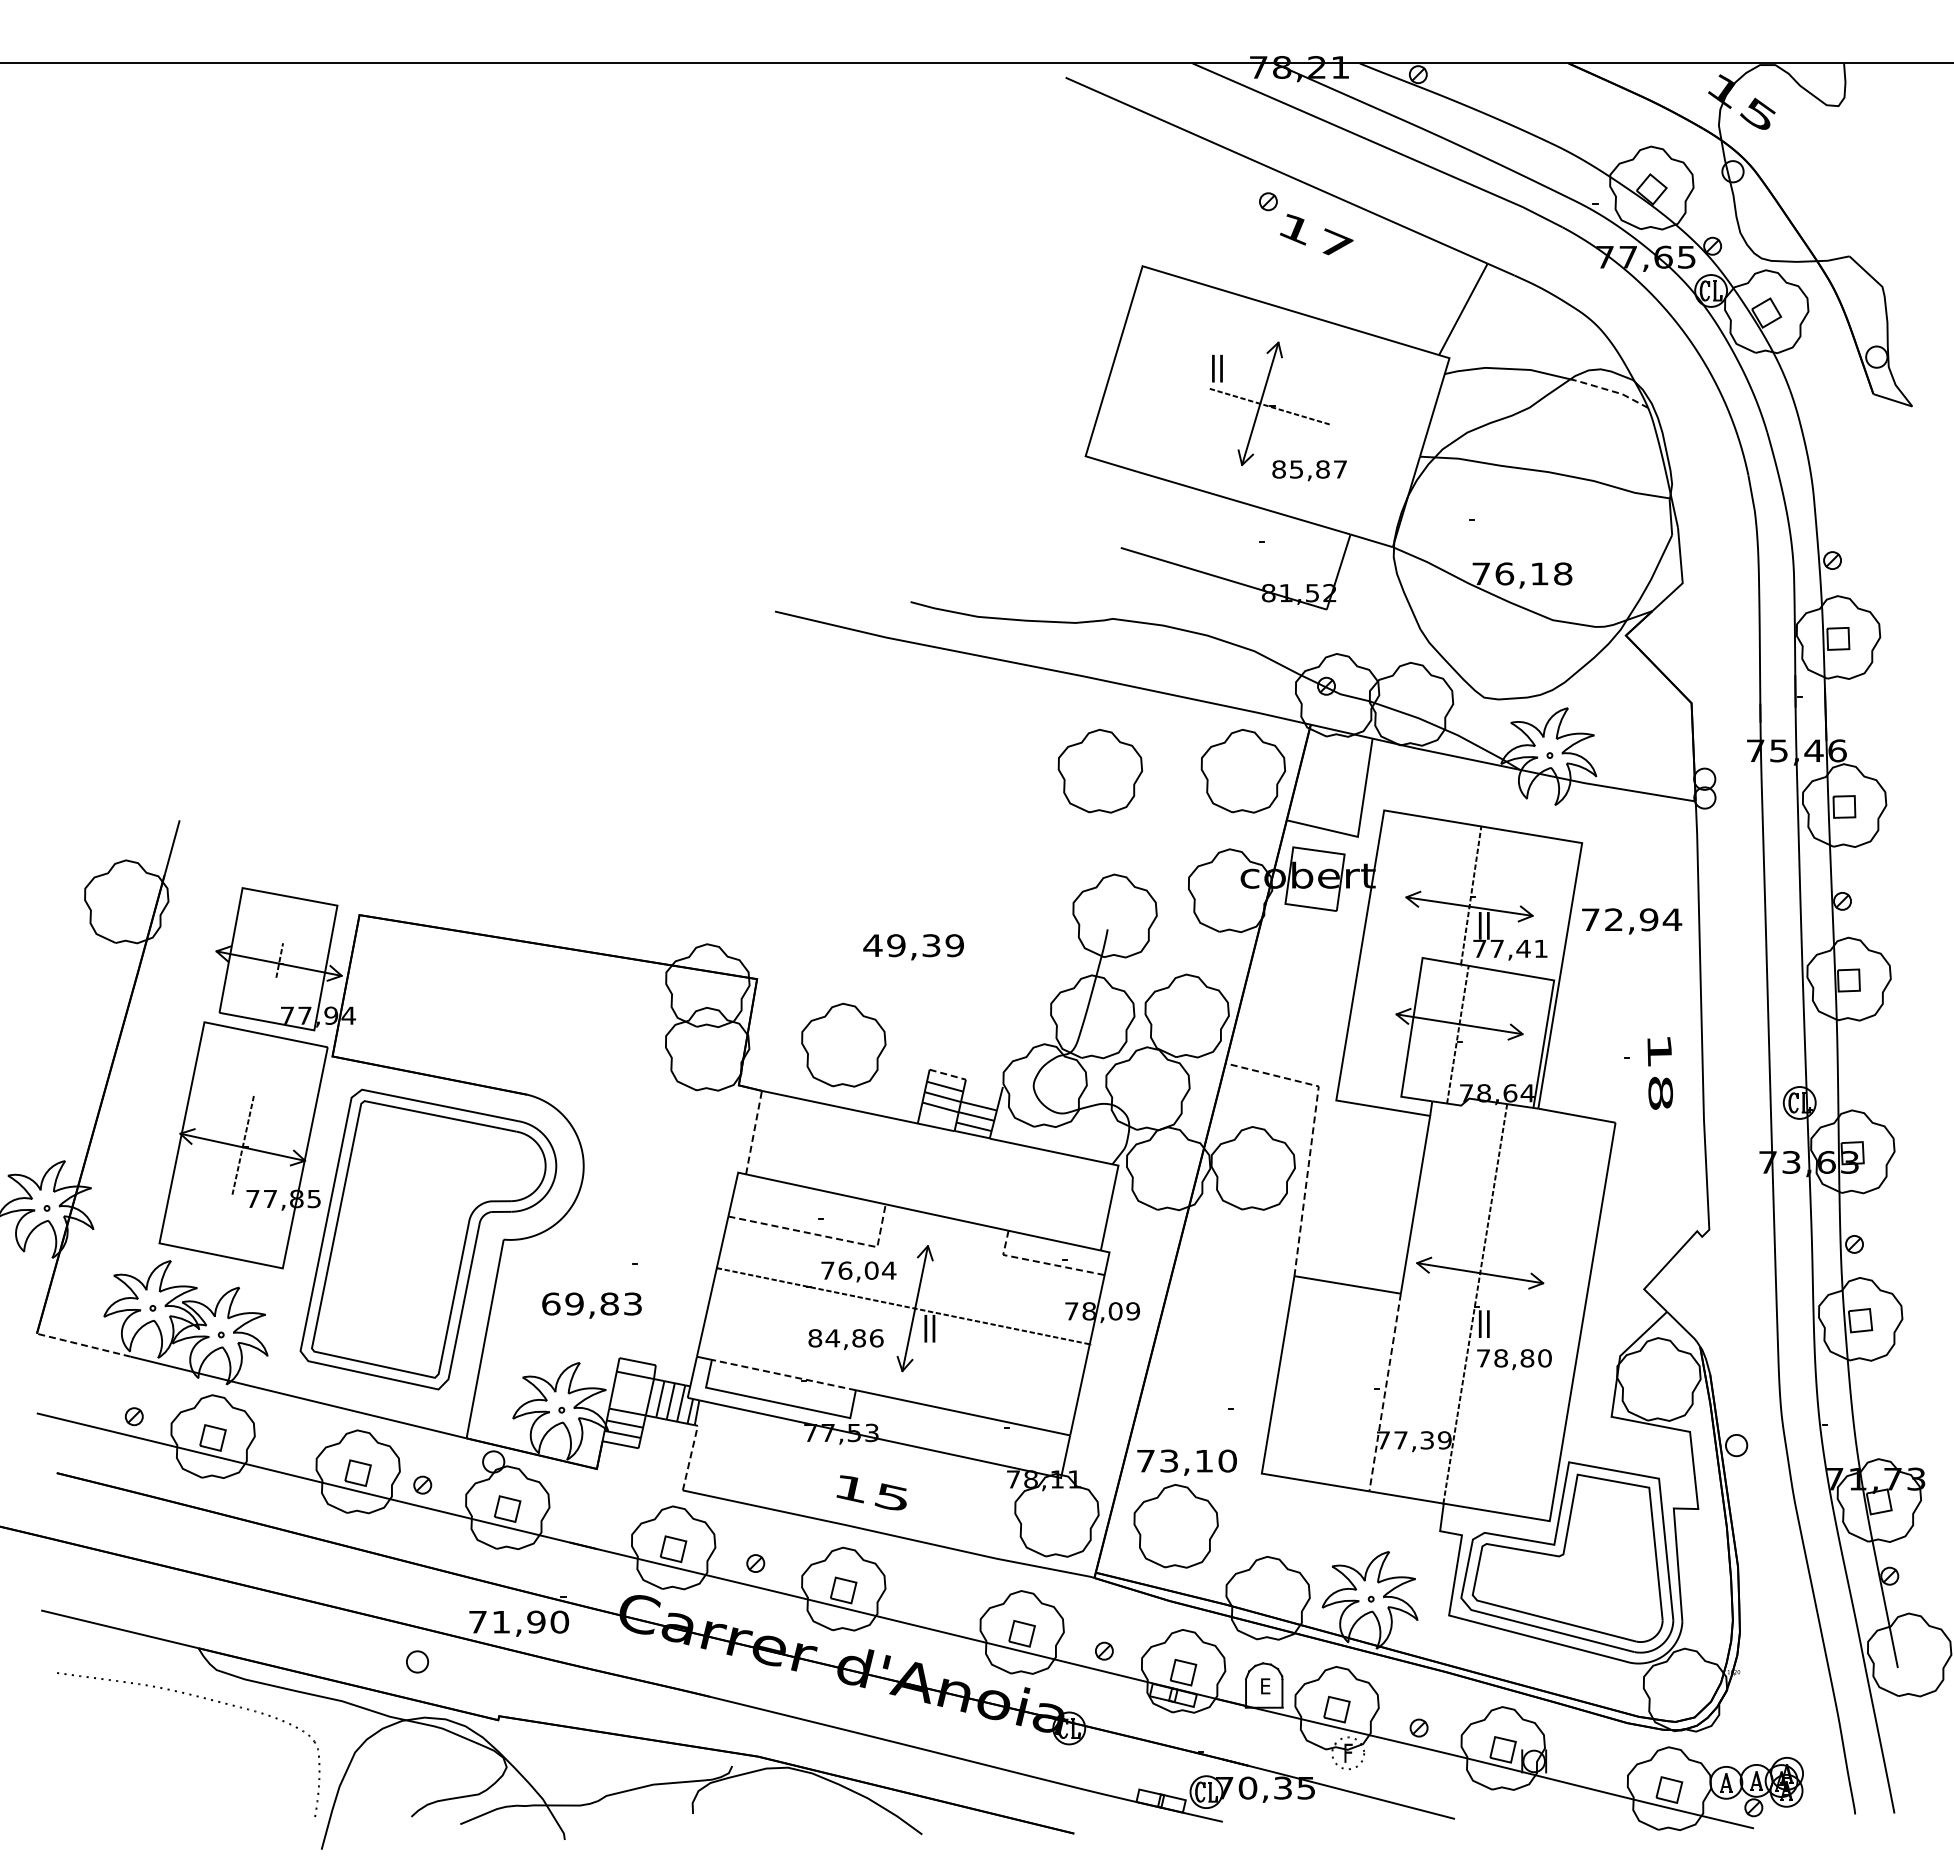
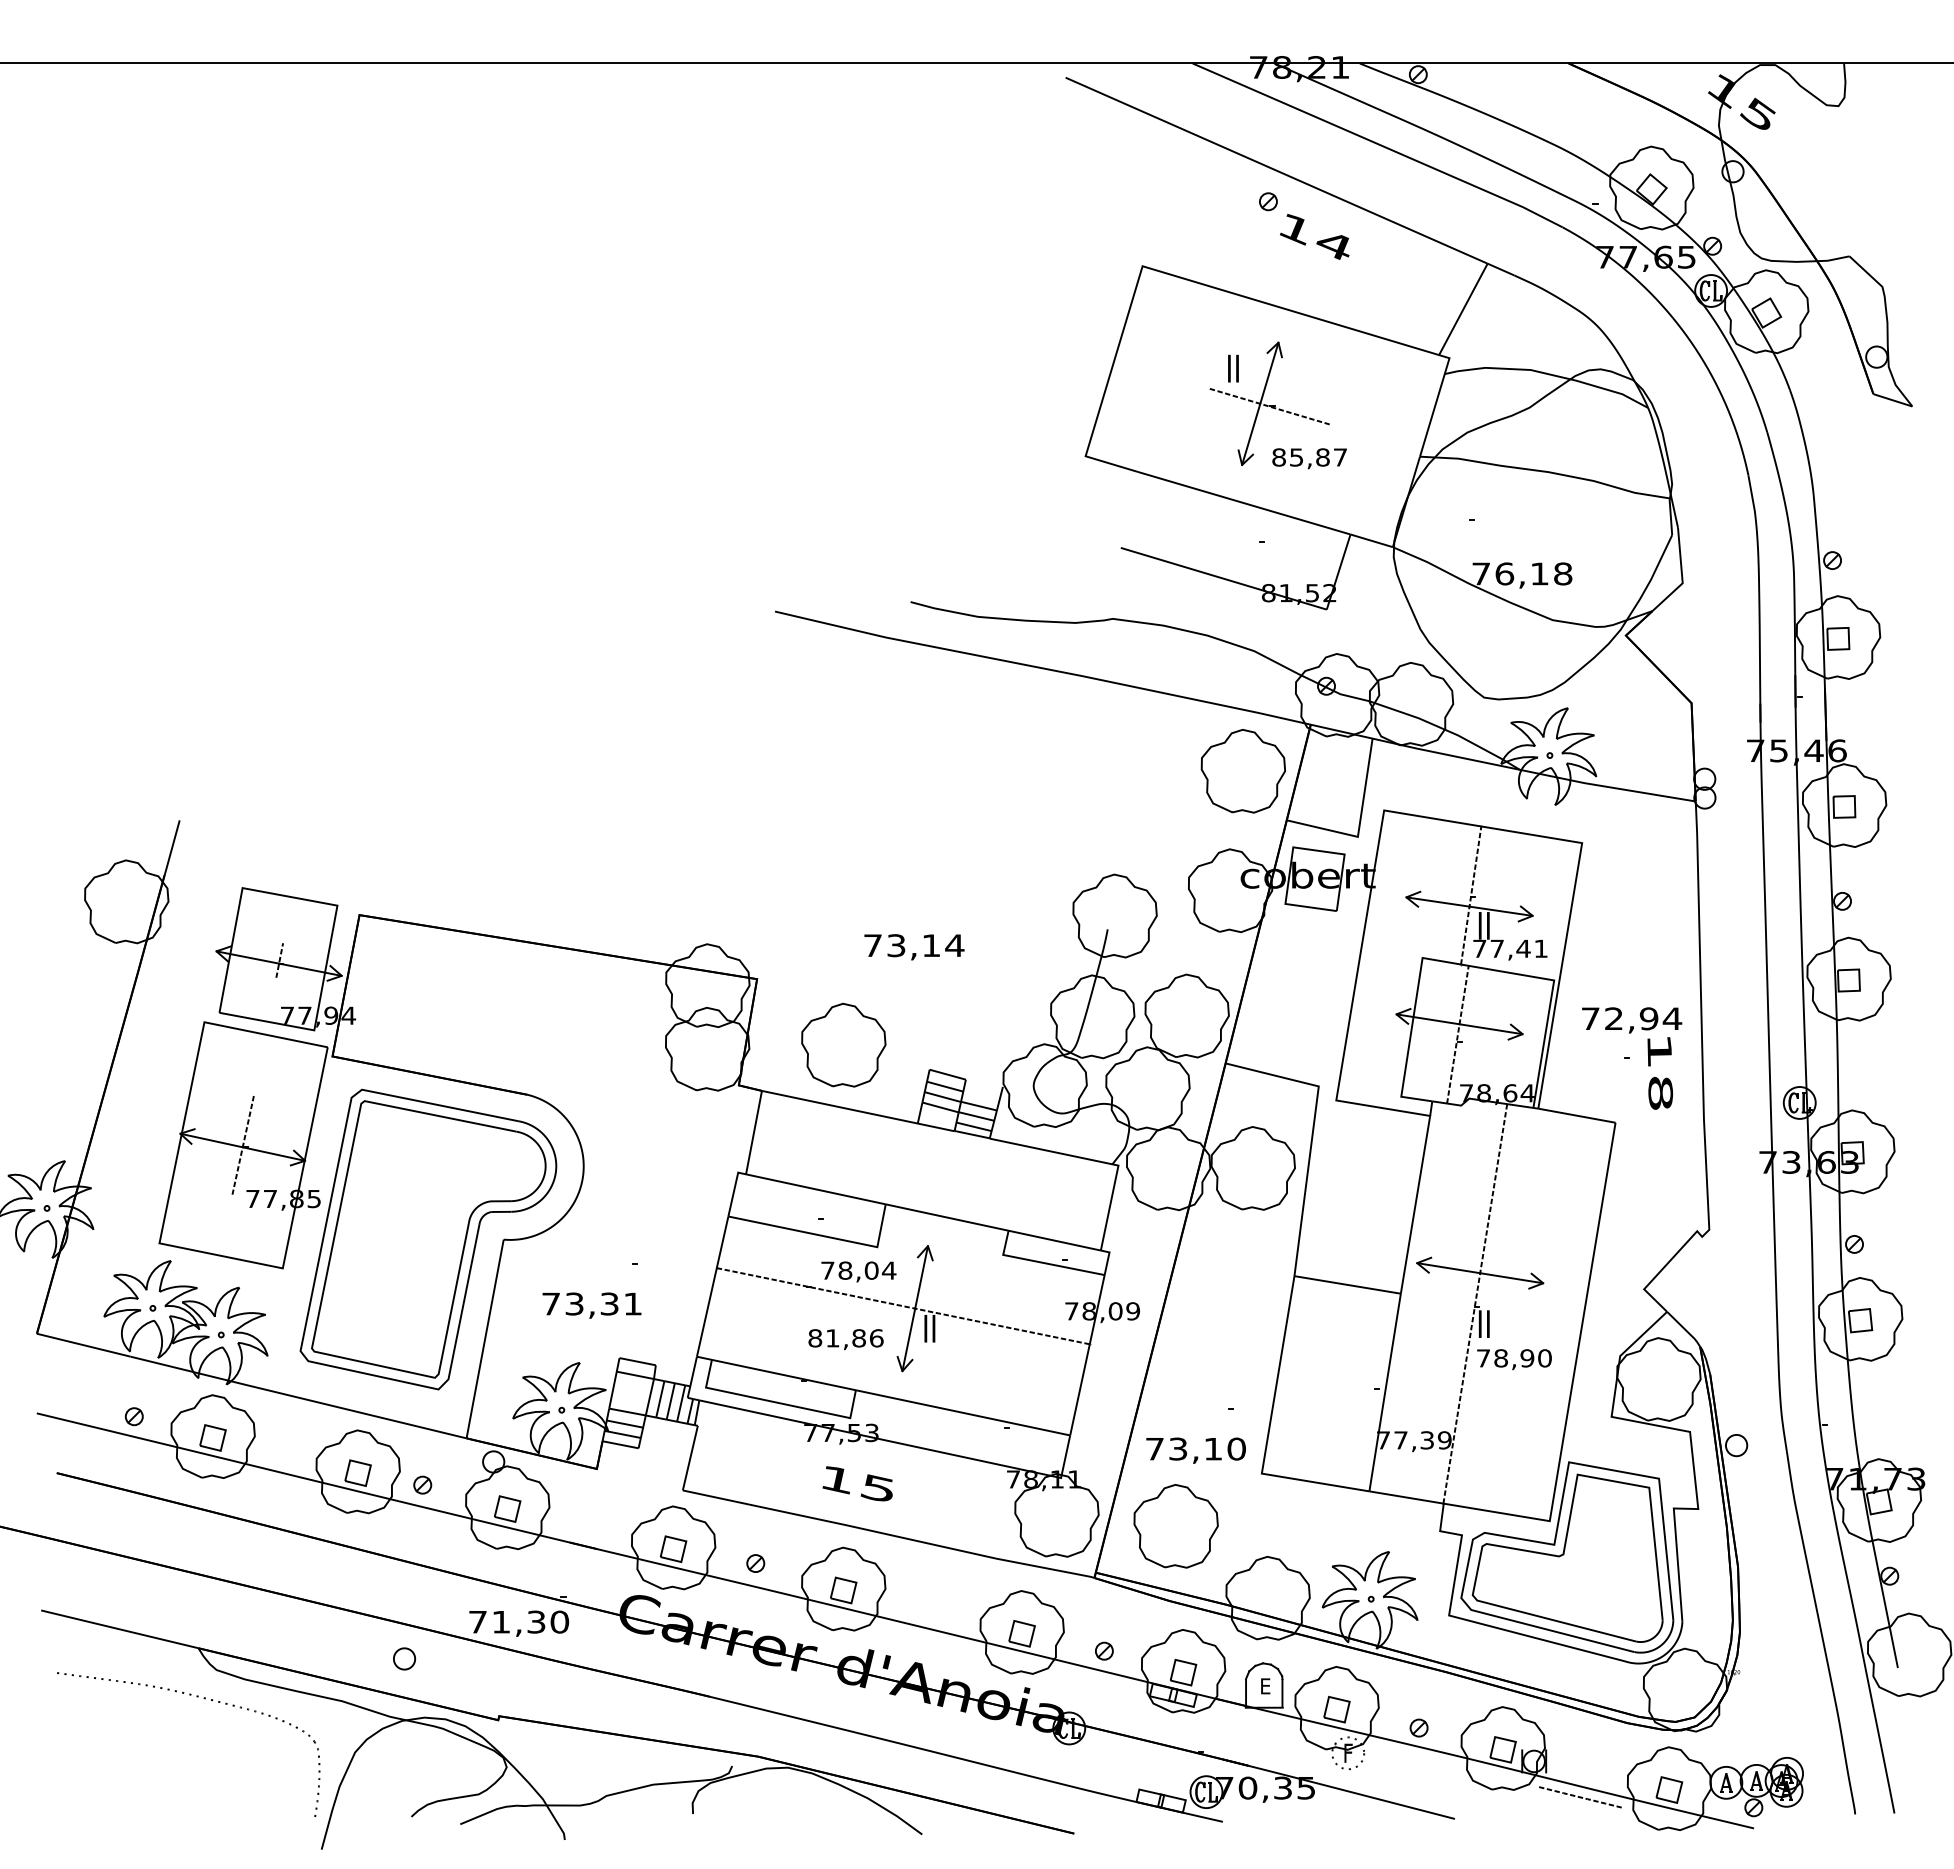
text at (1334, 243): 17 -> 14
text at (1217, 368) position: (1217, 368) -> (1233, 368)
line at (1610, 390): dashed -> solid
text at (1309, 470) position: (1309, 470) -> (1309, 458)
part at (1099, 770): present -> none
text at (1632, 921) position: (1632, 921) -> (1632, 1020)
text at (913, 945): 49,39 -> 73,14
line at (947, 1074): dashed -> solid
line at (754, 1132): dashed -> solid
line at (1312, 1132): dashed -> solid
line at (824, 1236): dashed -> solid
line at (1041, 1262): dashed -> solid
text at (845, 1270): 76,04 -> 78,04
text at (591, 1303): 69,83 -> 73,31
text at (832, 1338): 84,86 -> 81,86
line at (83, 1345): dashed -> solid
text at (1527, 1358): 78,80 -> 78,90
line at (783, 1375): dashed -> solid
line at (1385, 1393): dashed -> solid
line at (690, 1457): dashed -> solid
text at (1186, 1462) position: (1186, 1462) -> (1195, 1450)
text at (871, 1492) position: (871, 1492) -> (857, 1483)
text at (536, 1621): 71,90 -> 71,30
part at (417, 1661) position: (417, 1661) -> (404, 1658)
line at (1580, 1797): none -> present
